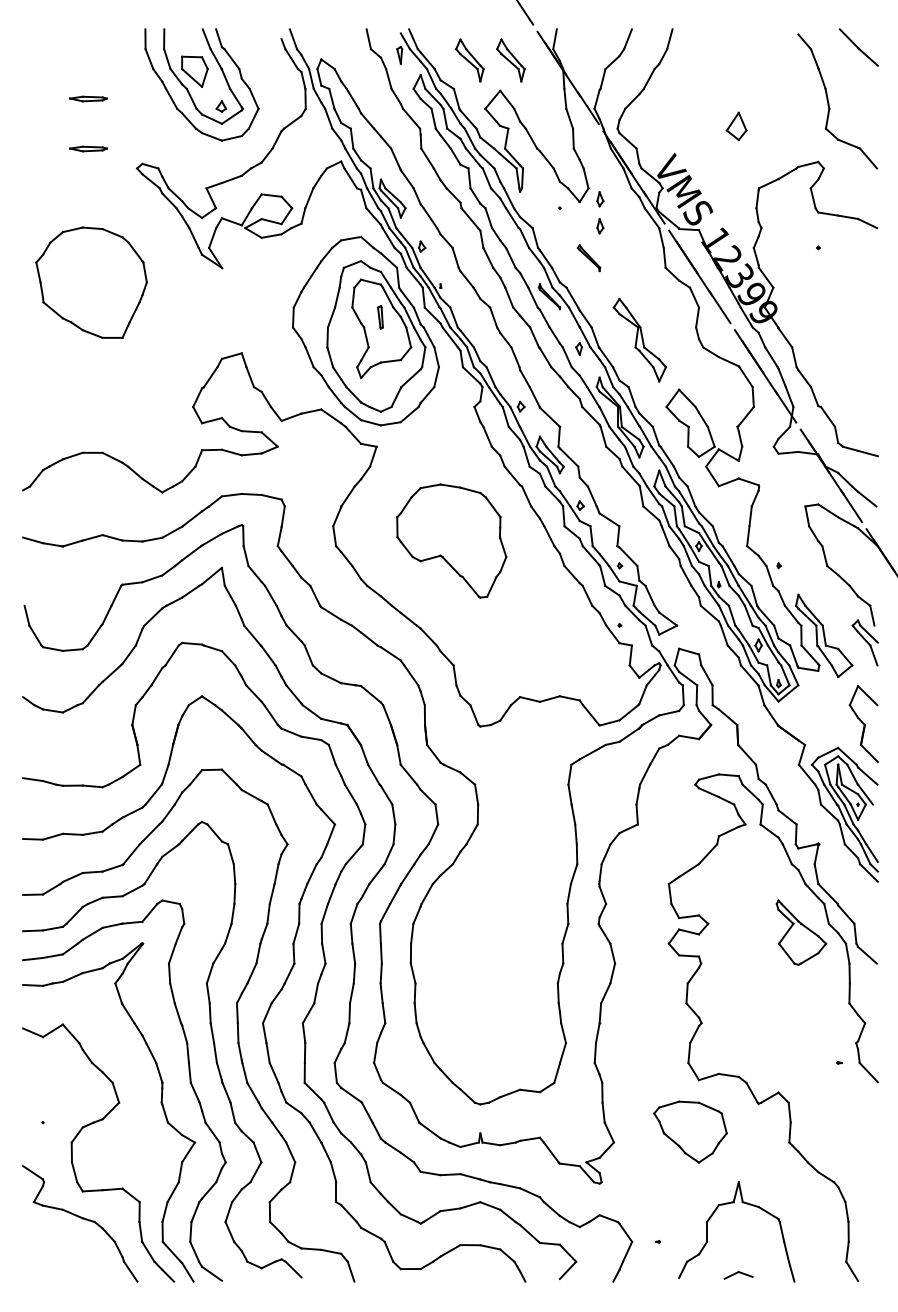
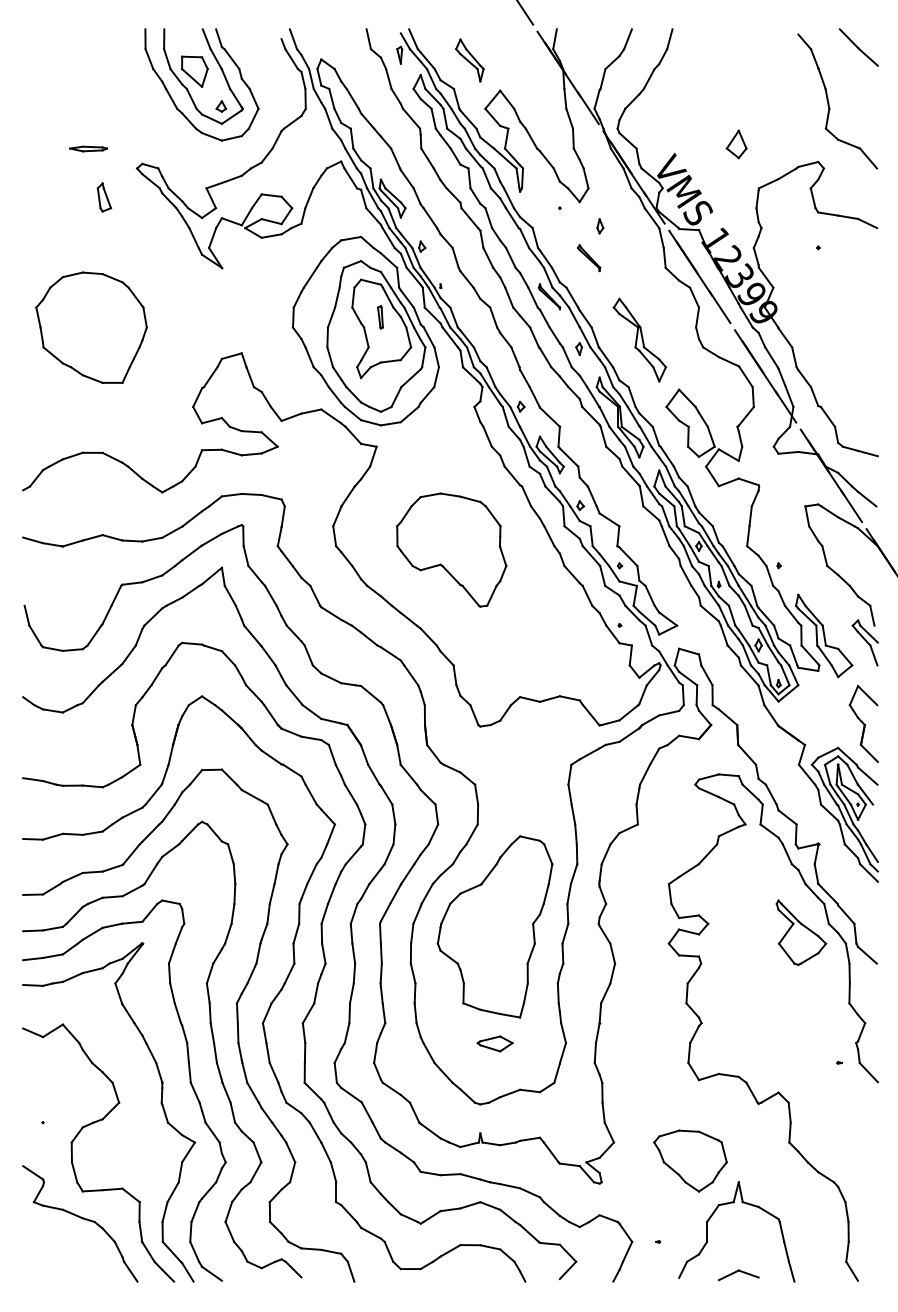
part at (510, 60): present -> none
part at (88, 98): present -> none
part at (736, 126) position: (736, 126) -> (736, 144)
part at (104, 197): none -> present
part at (600, 199): present -> none
part at (91, 282) position: (91, 282) -> (91, 327)
part at (451, 540) position: (451, 540) -> (451, 549)
part at (494, 926): none -> present
part at (494, 1043): none -> present
part at (690, 1131) position: (690, 1131) -> (690, 1160)
part at (738, 1275) size: 31x9 px -> 43x13 px
